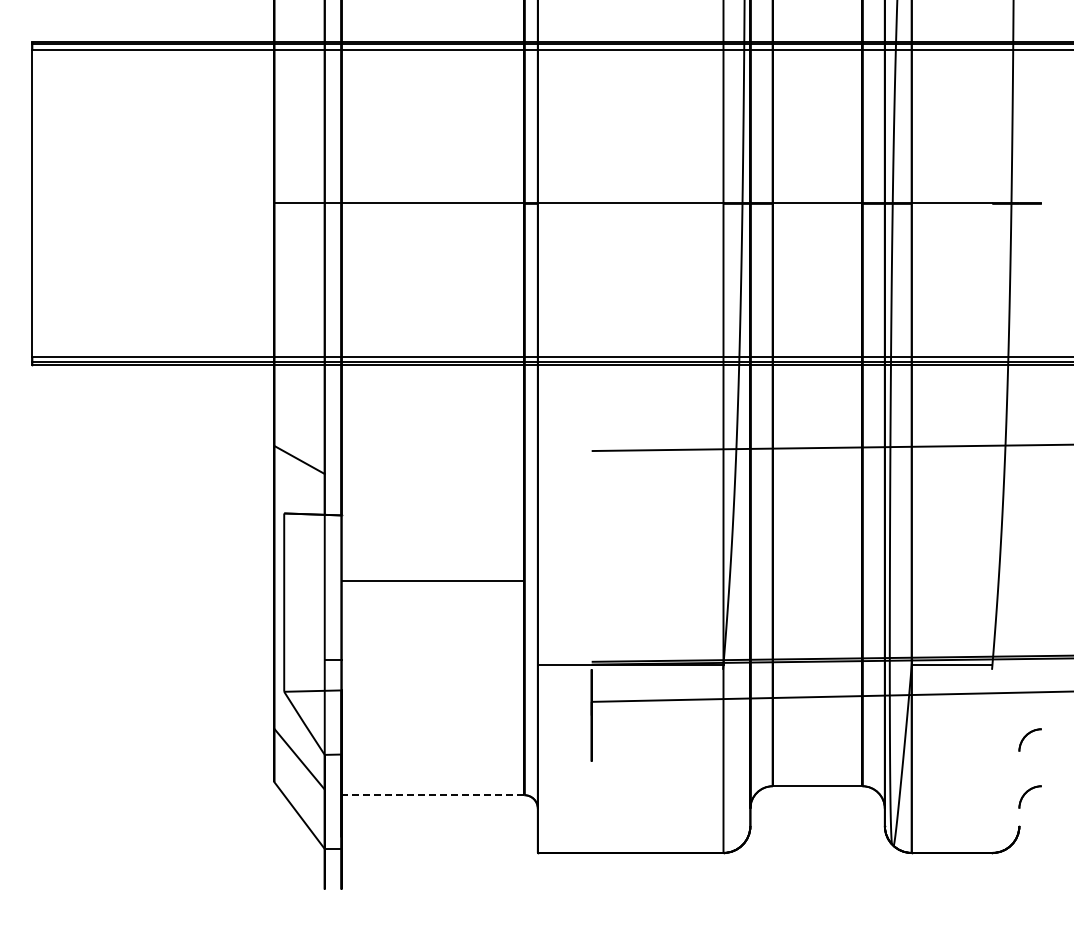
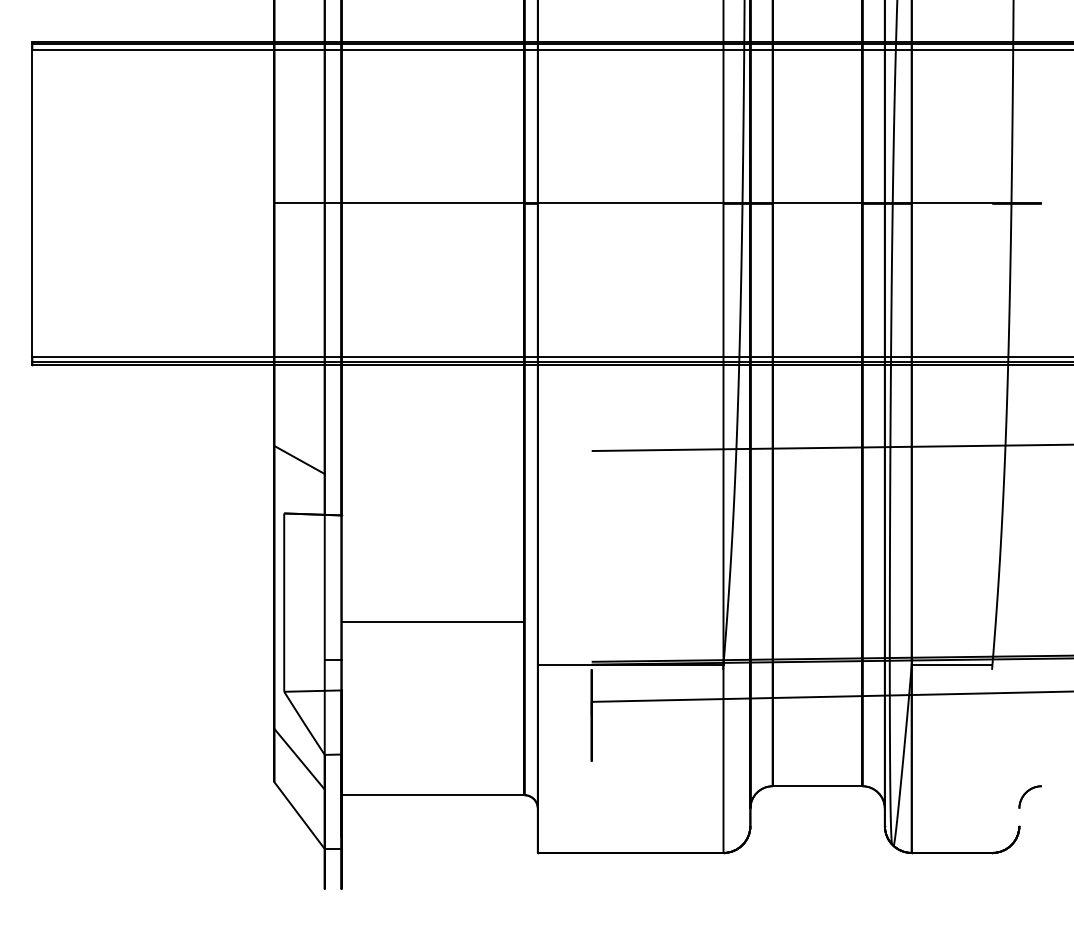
line at (432, 580) position: (432, 580) -> (432, 621)
part at (1029, 739): present -> none
line at (432, 795): dashed -> solid
